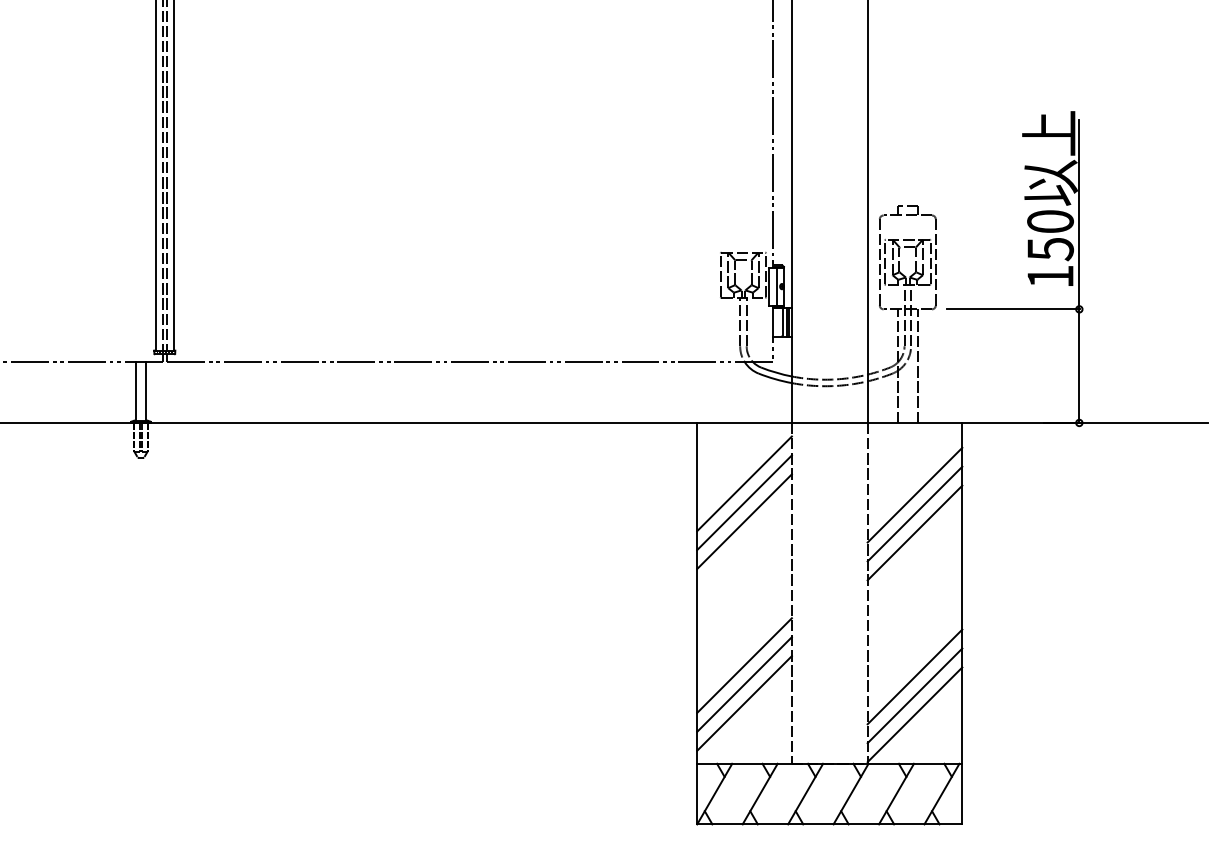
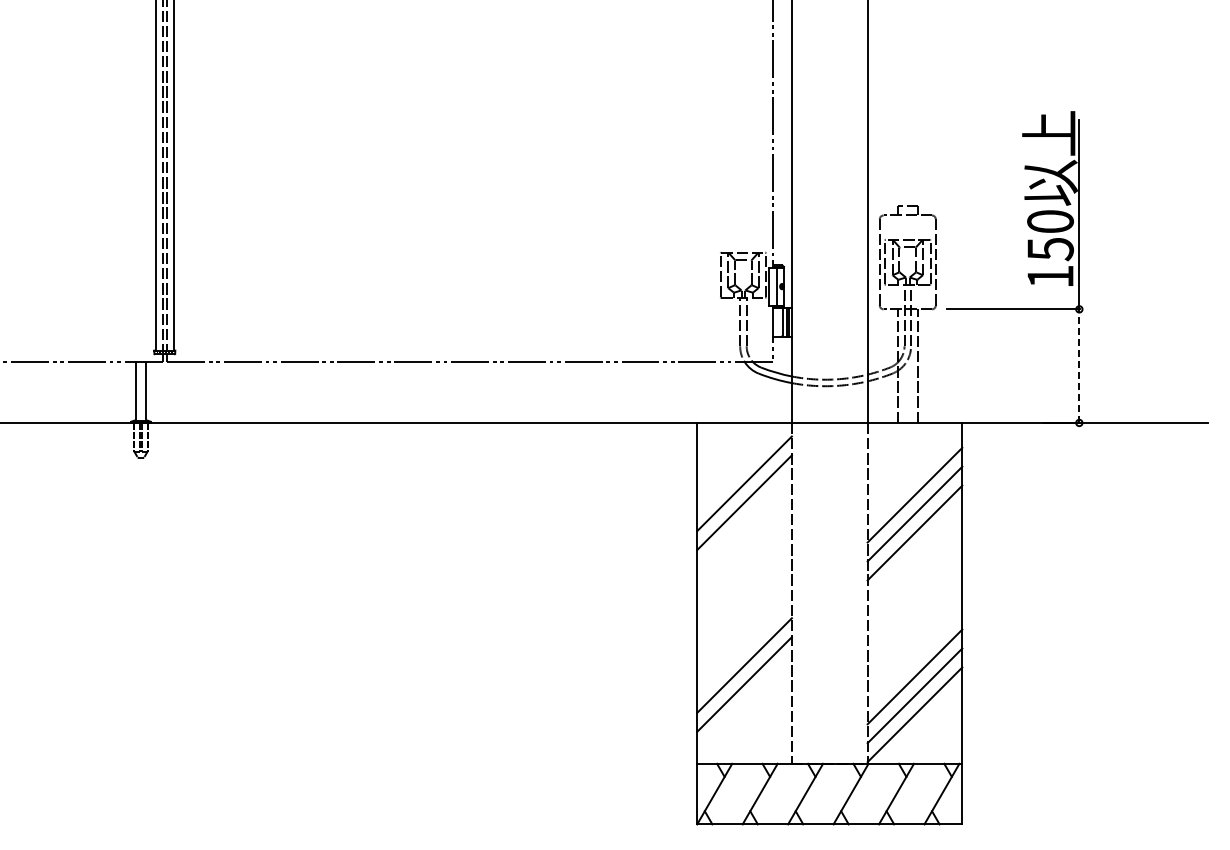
line at (1079, 366): solid -> dashed
line at (744, 521): present -> none
line at (744, 703): present -> none
